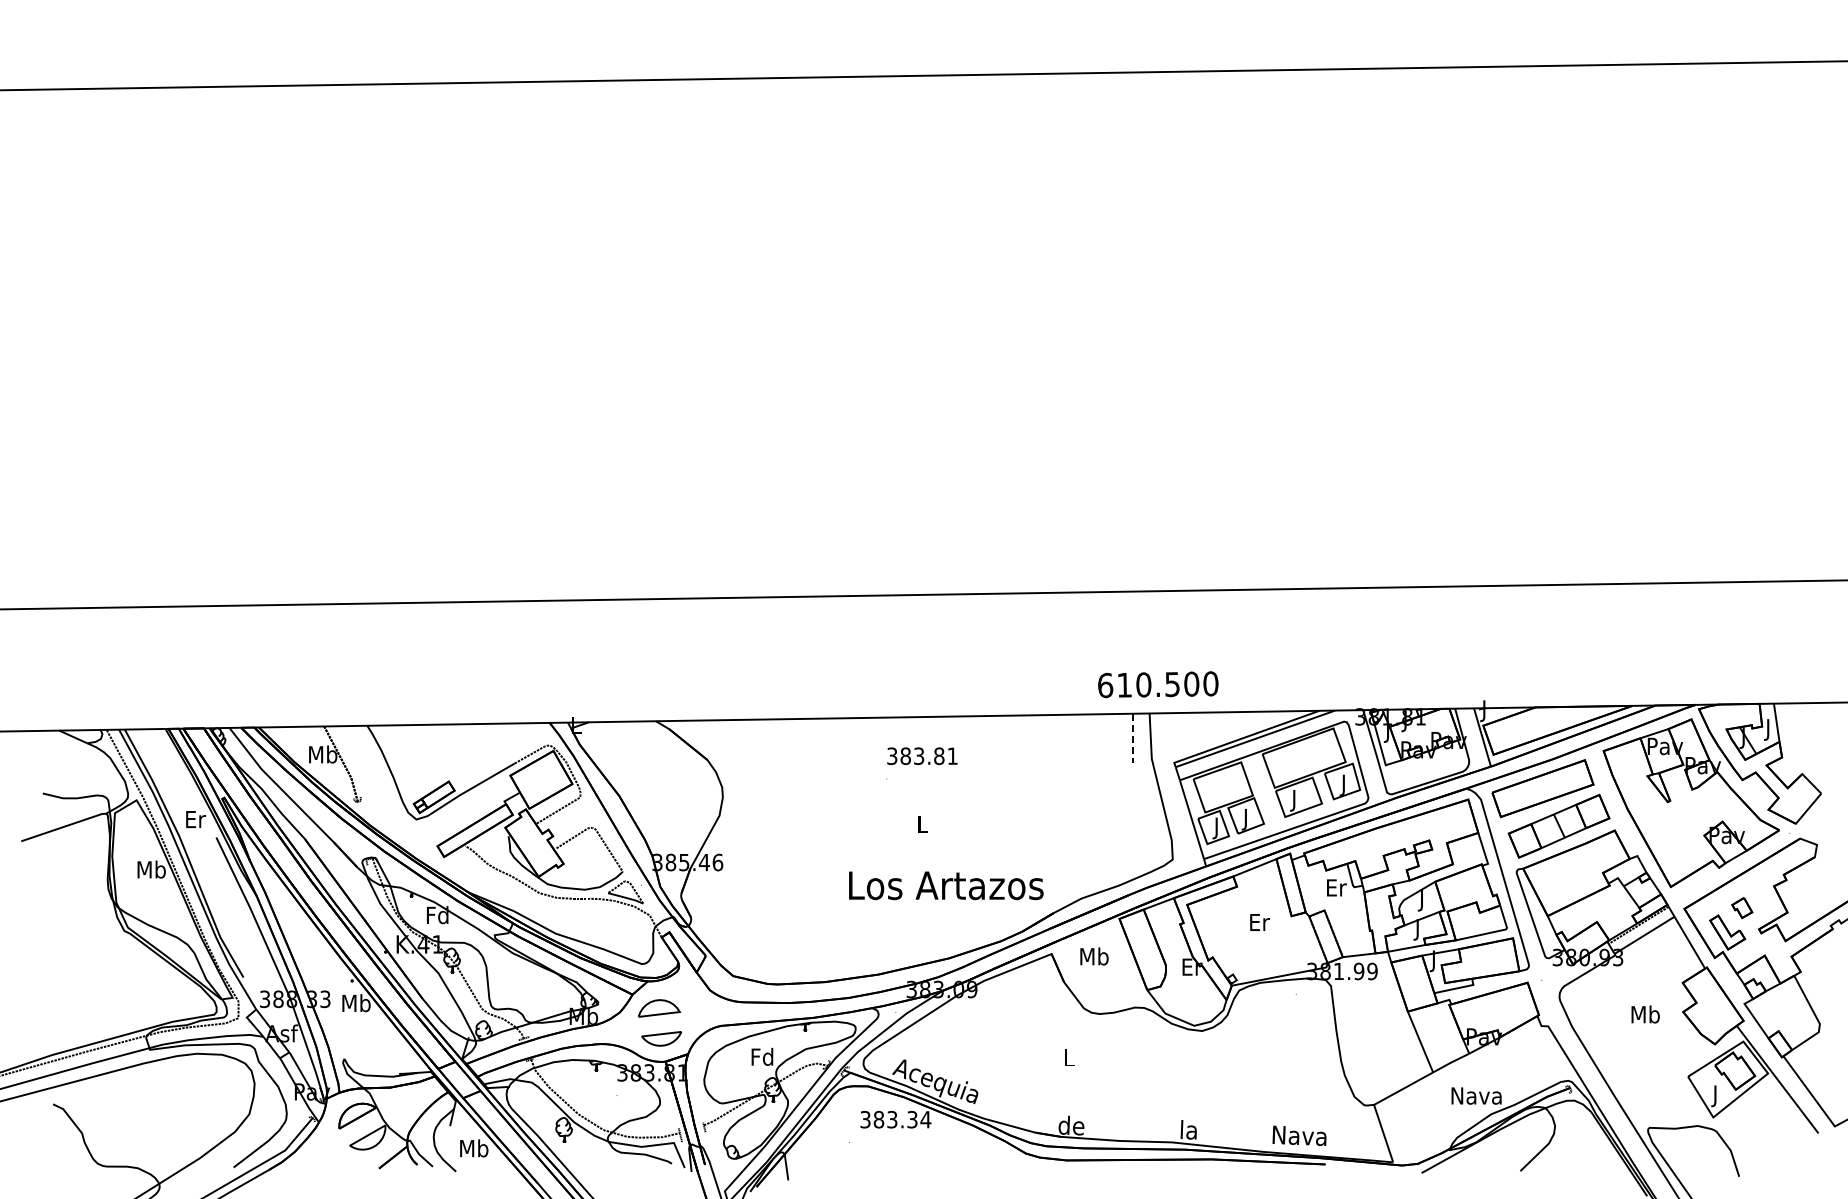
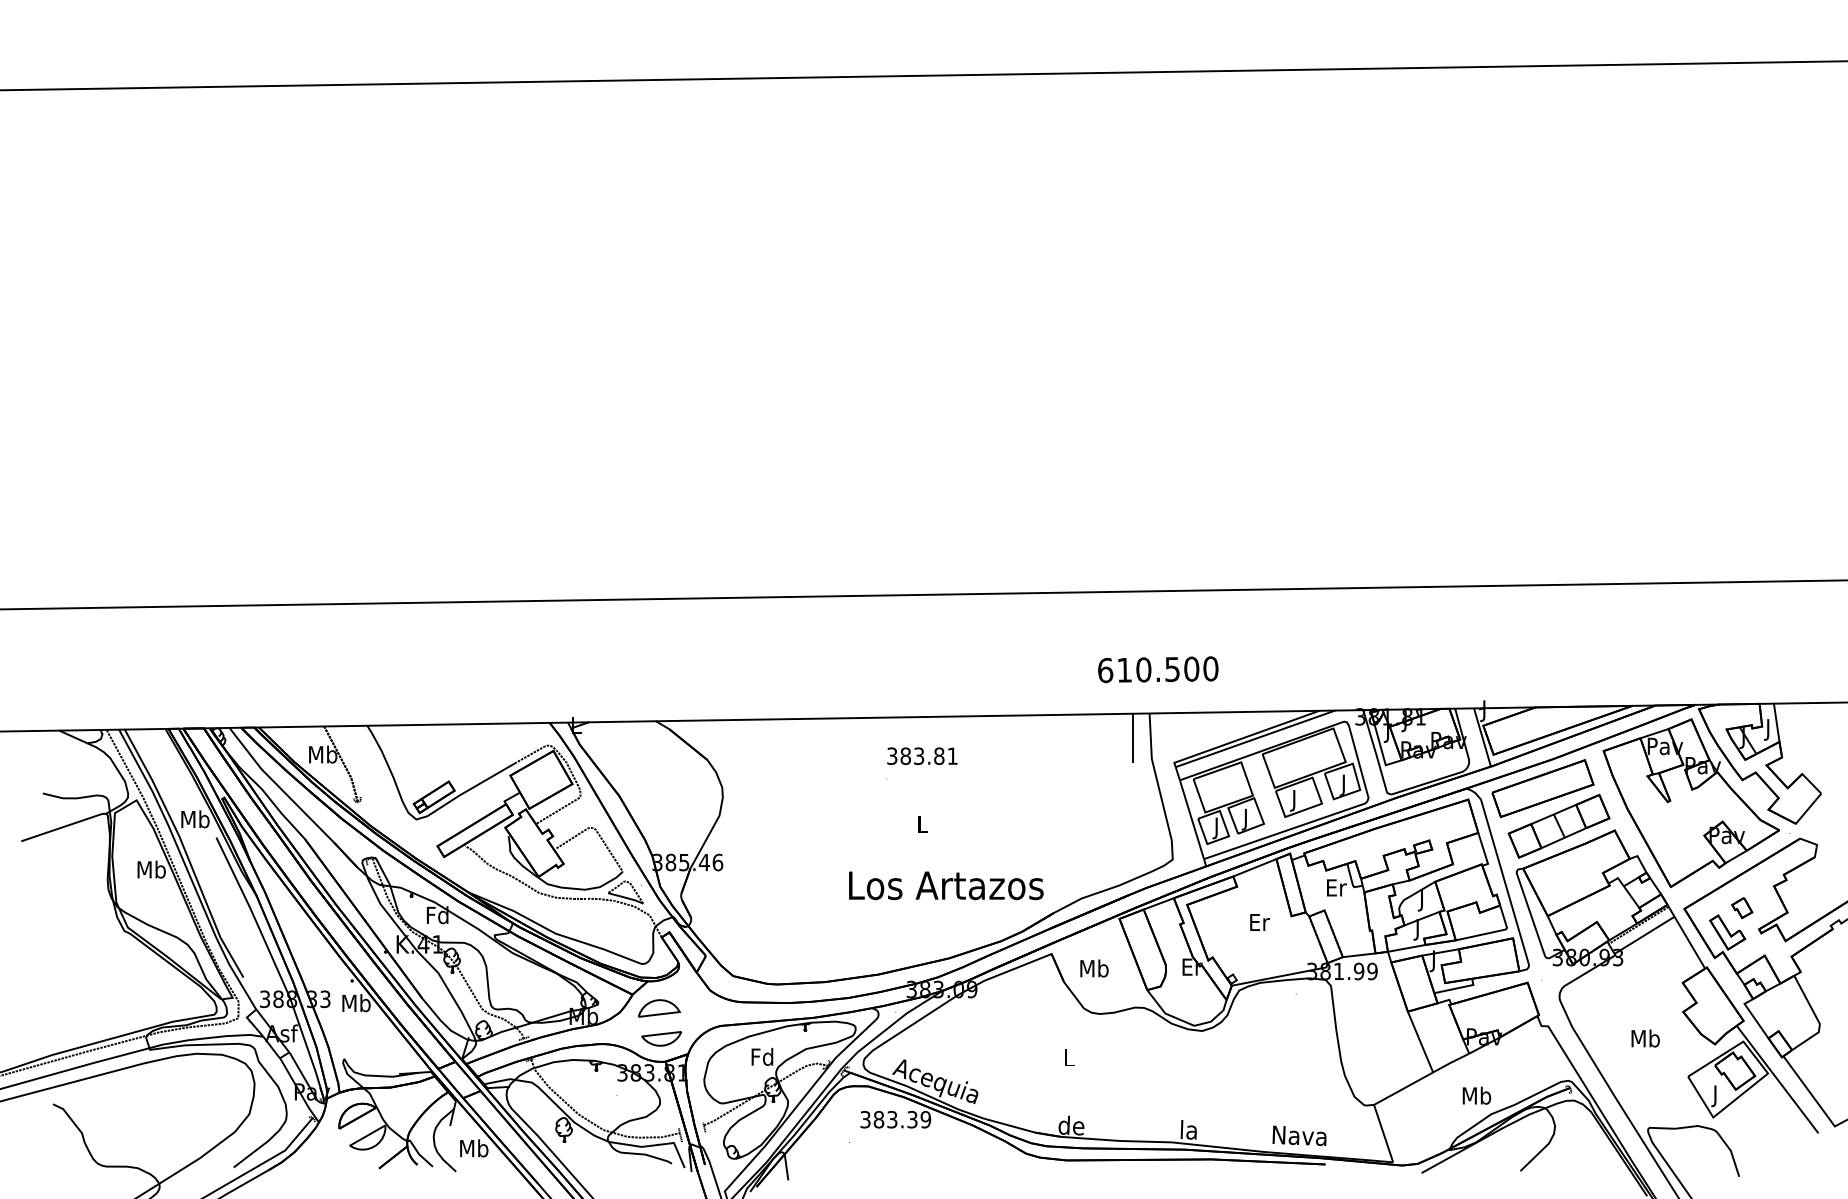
text at (1158, 684) position: (1158, 684) -> (1158, 669)
line at (1133, 738): dashed -> solid
text at (195, 819): Er -> Mb
text at (1094, 956) position: (1094, 956) -> (1094, 968)
text at (1645, 1014) position: (1645, 1014) -> (1645, 1038)
text at (1476, 1095): Nava -> Mb
text at (925, 1119): 383.34 -> 383.39
